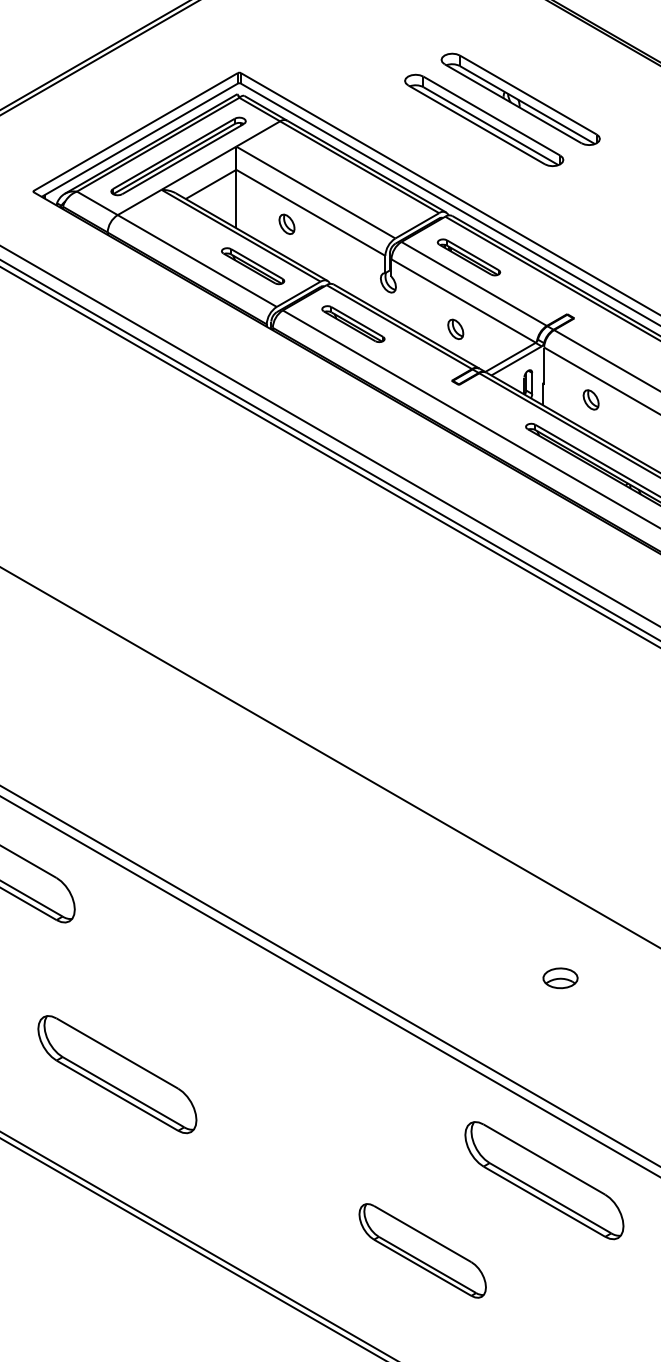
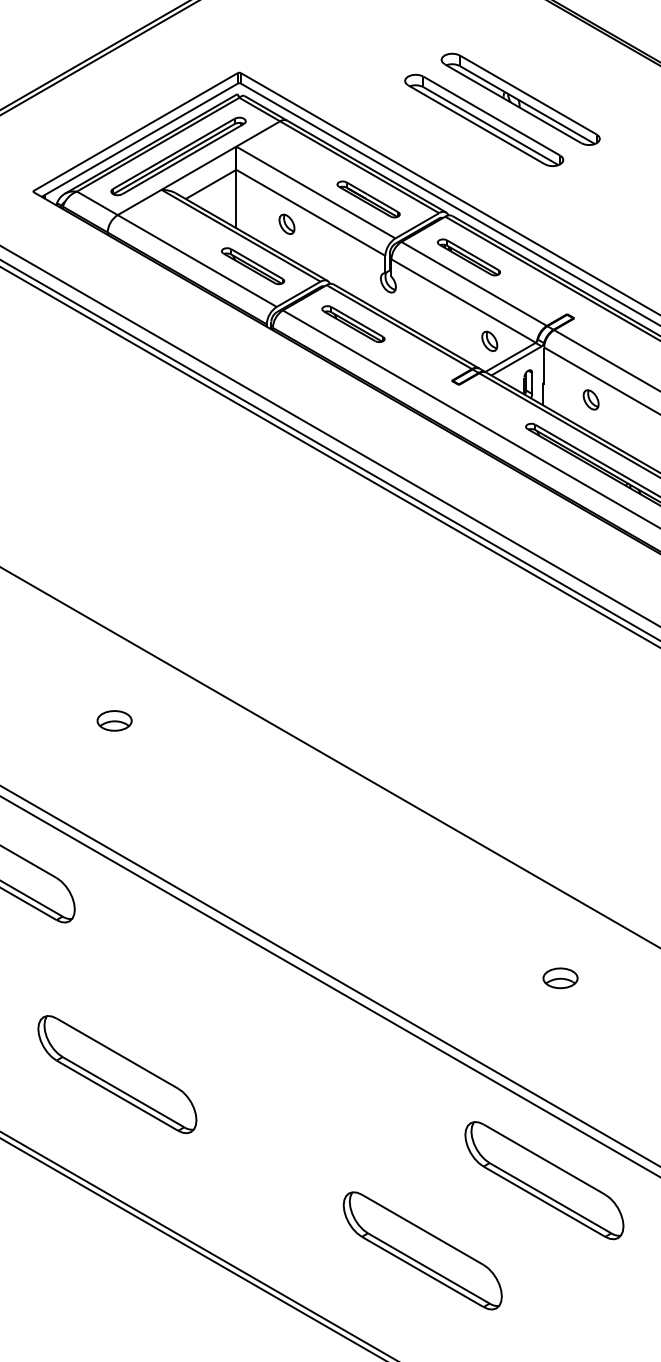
part at (368, 199): none -> present
part at (455, 328) position: (455, 328) -> (489, 340)
part at (114, 720): none -> present
part at (422, 1250) size: 129x96 px -> 161x120 px
